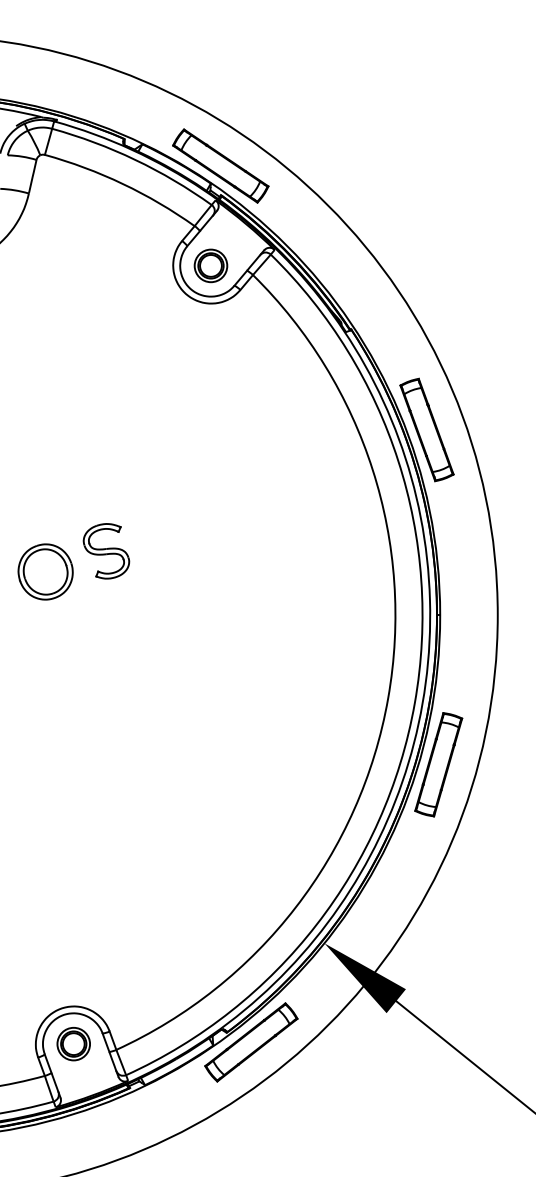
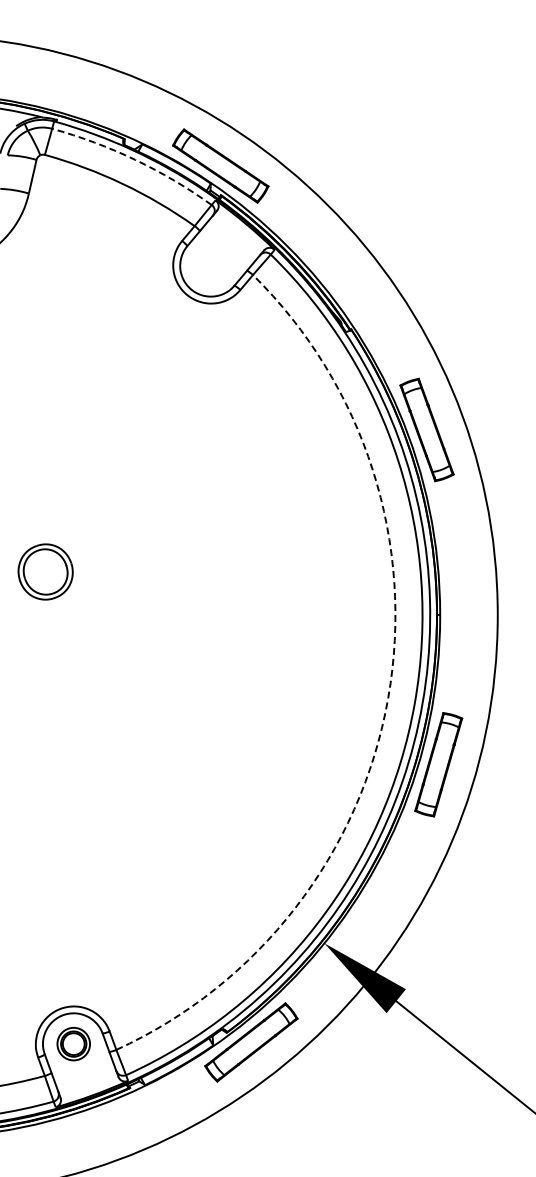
arc at (135, 159): solid -> dashed
part at (210, 265): present -> none
part at (106, 551): present -> none
arc at (388, 698): solid -> dashed
